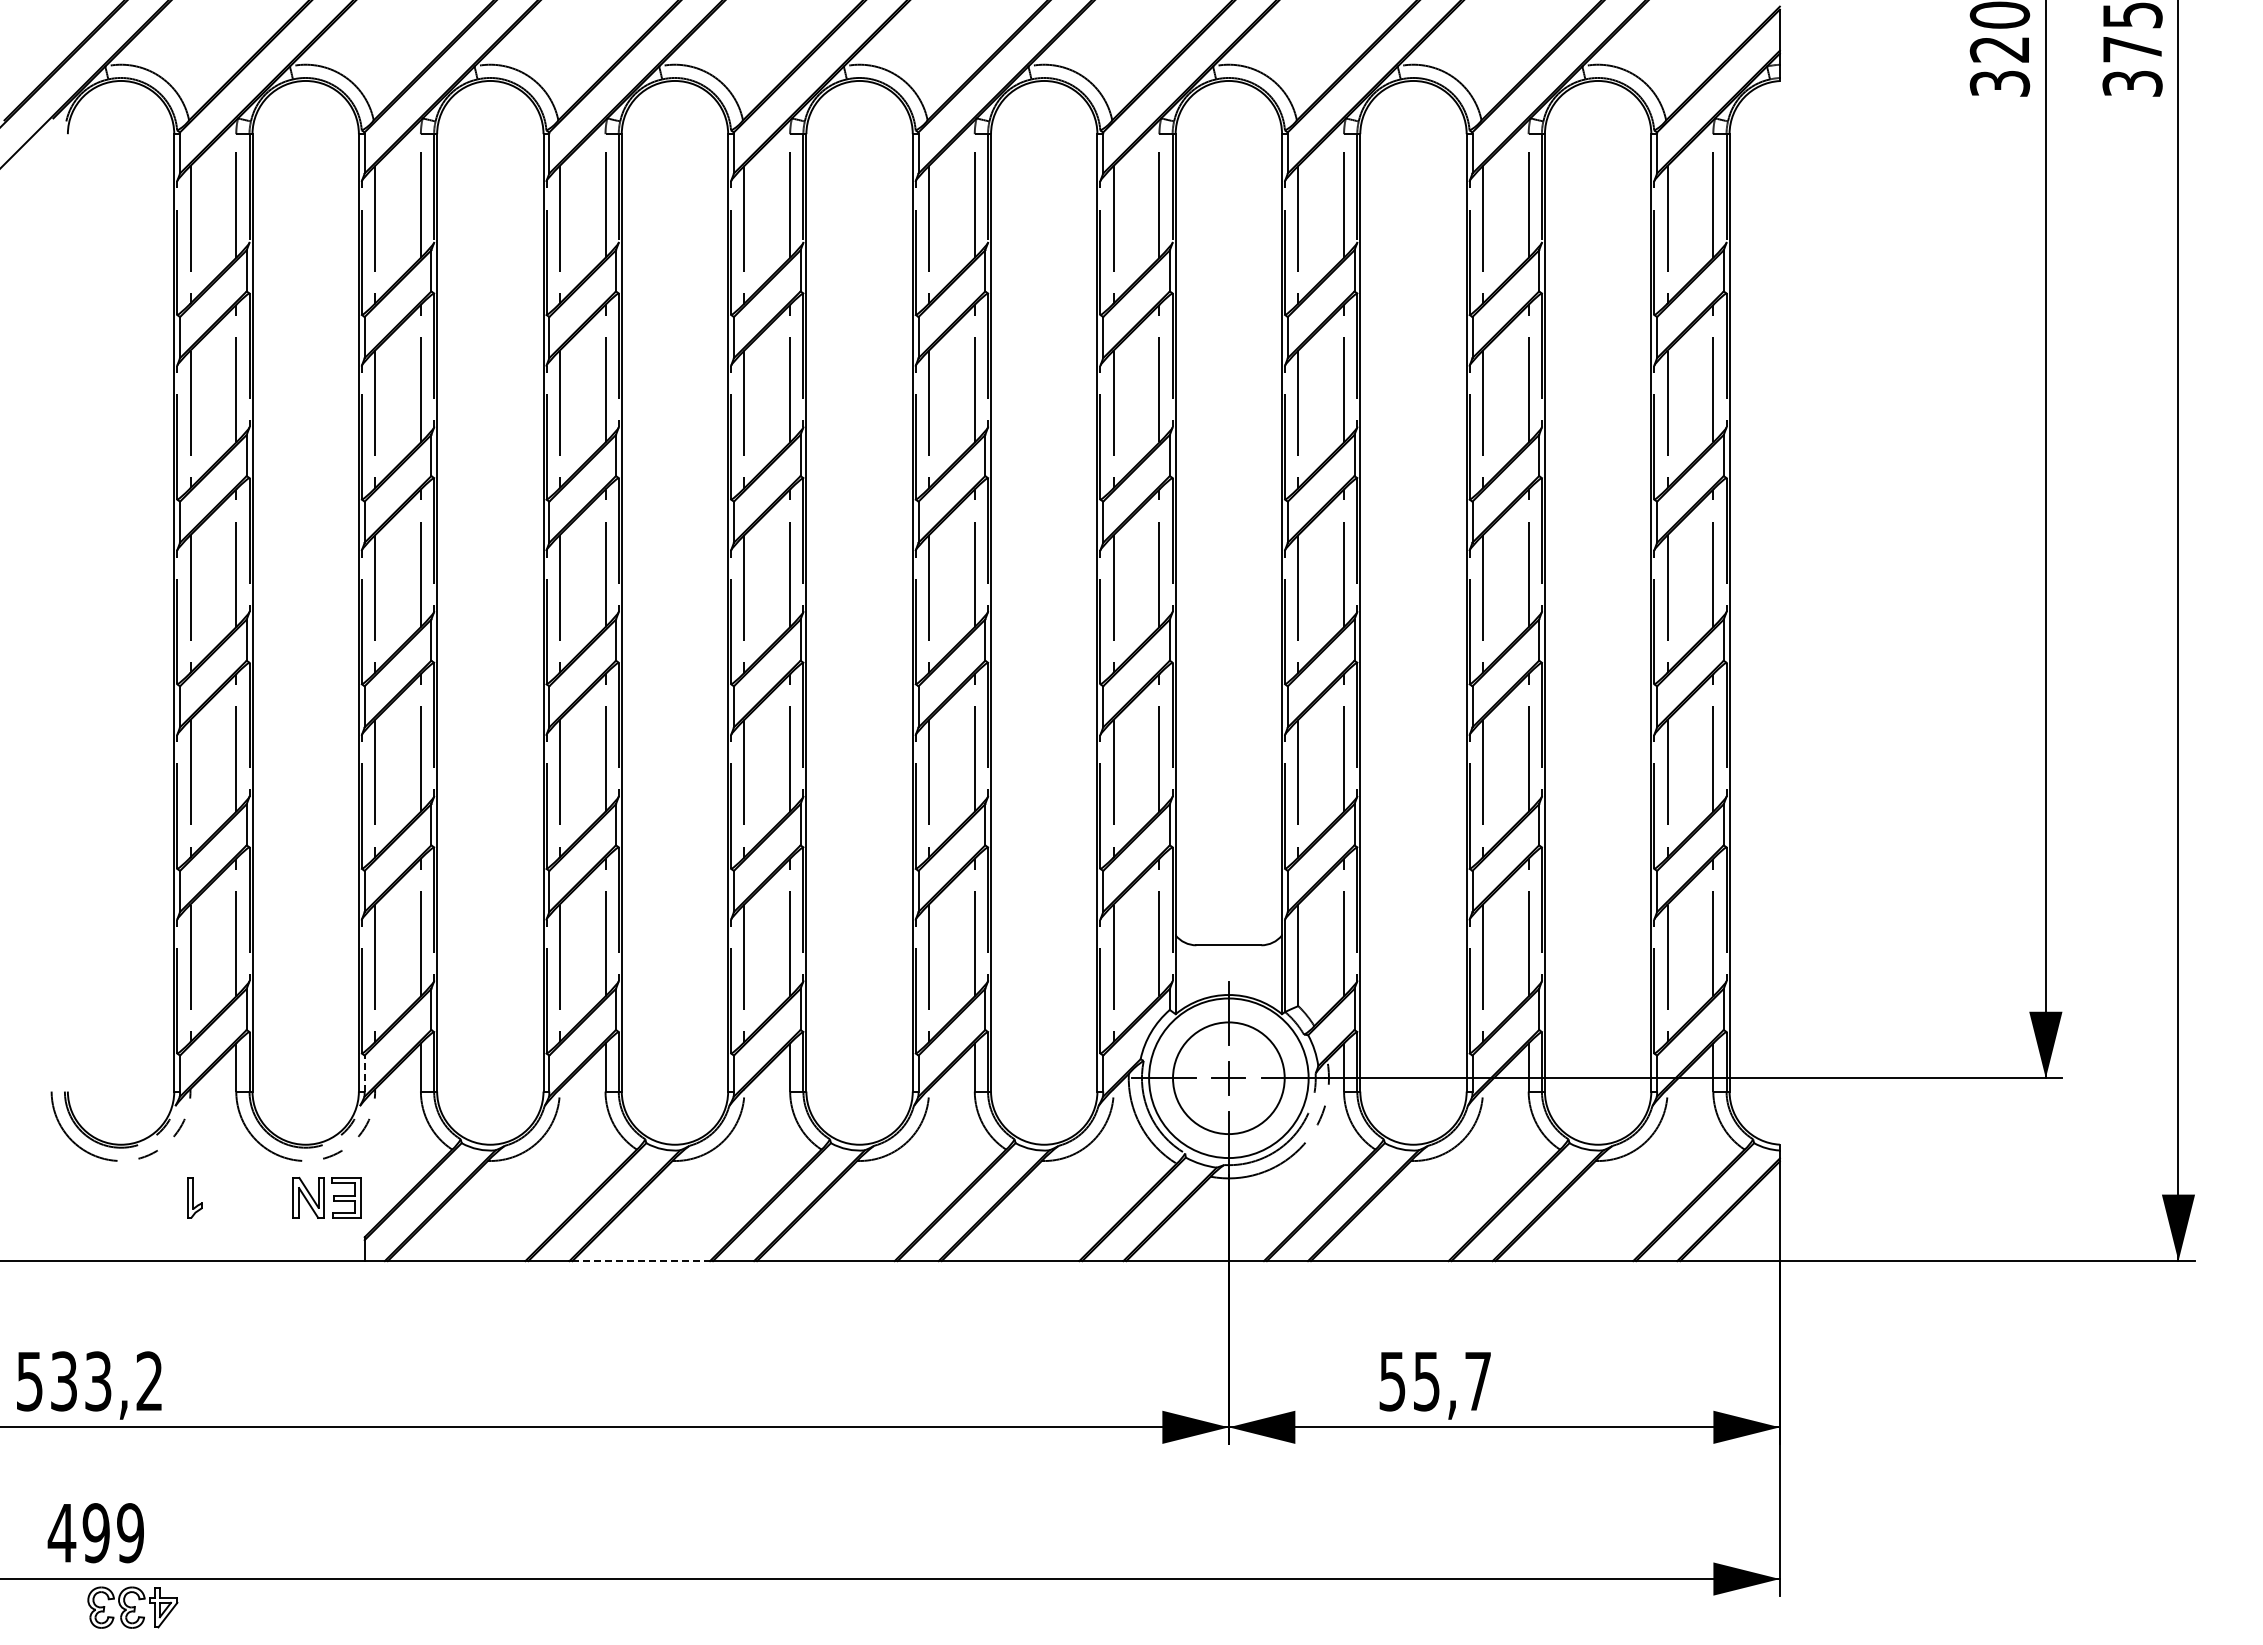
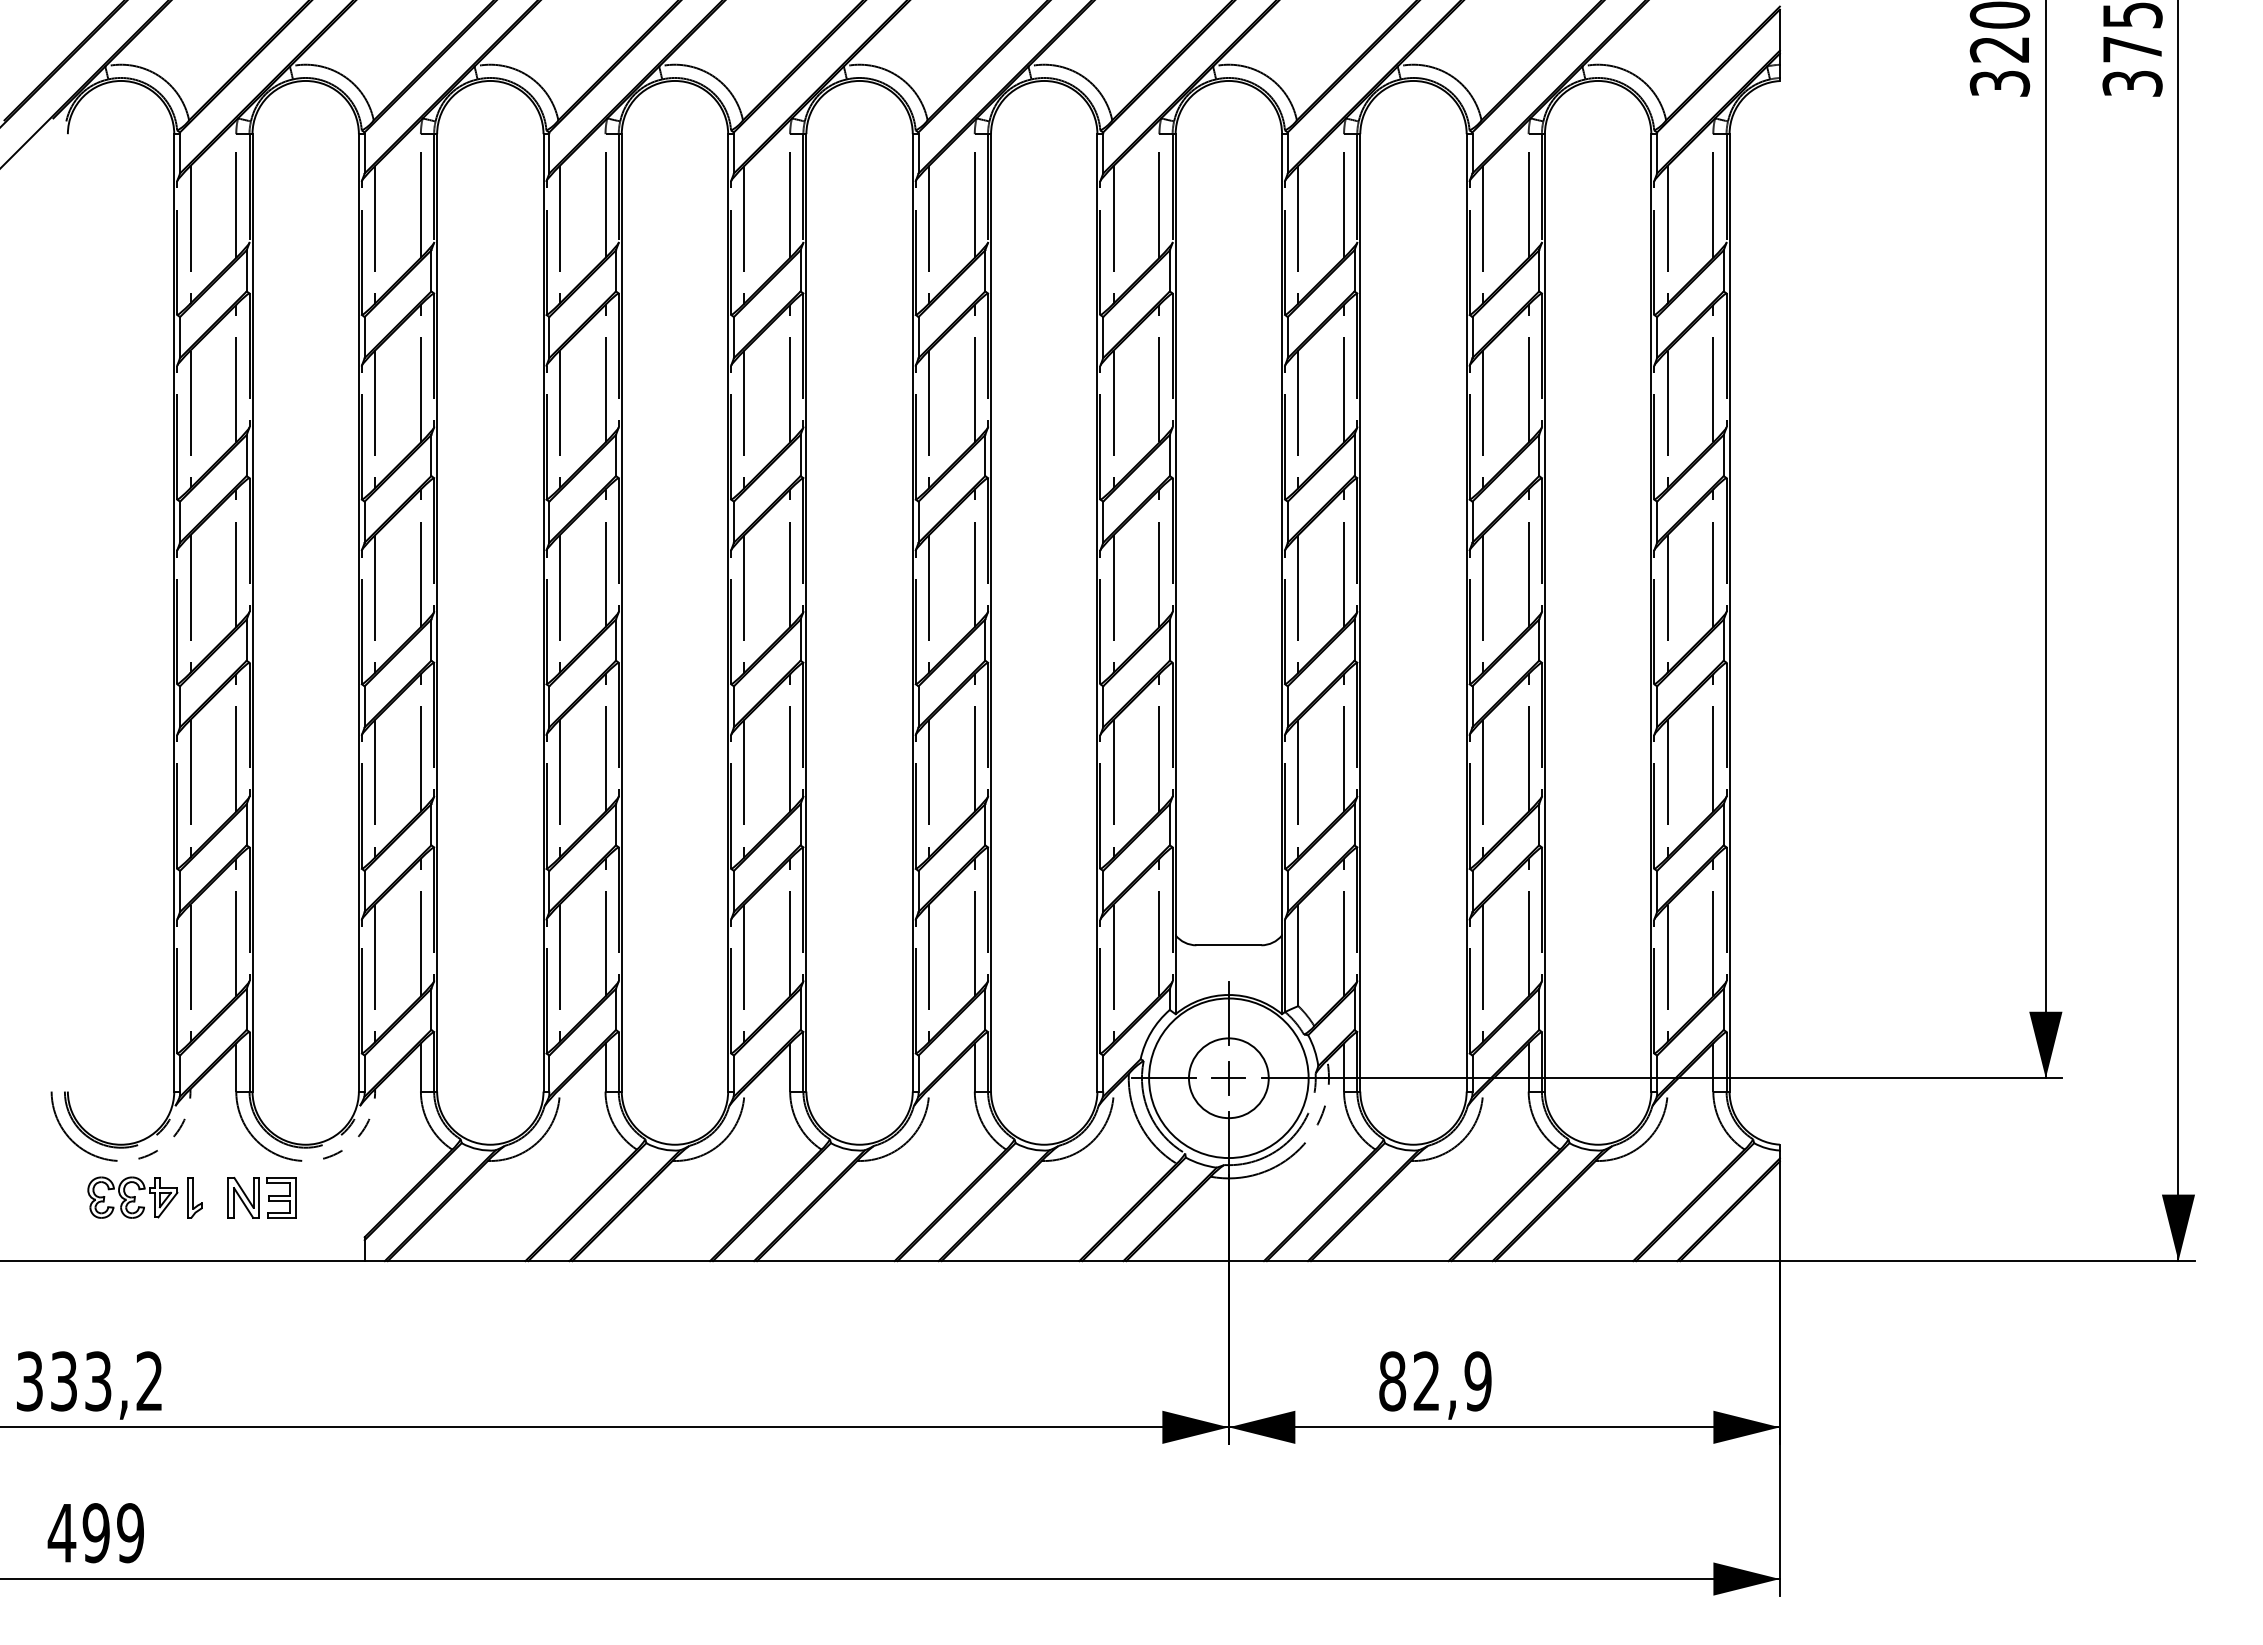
line at (364, 1073): dashed -> solid
circle at (1228, 1078) diameter: 112 px -> 80 px
part at (326, 1197) position: (326, 1197) -> (261, 1197)
line at (641, 1261): dashed -> solid
text at (29, 1380): 533,2 -> 333,2
text at (1435, 1381): 55,7 -> 82,9
part at (132, 1607) position: (132, 1607) -> (132, 1197)
